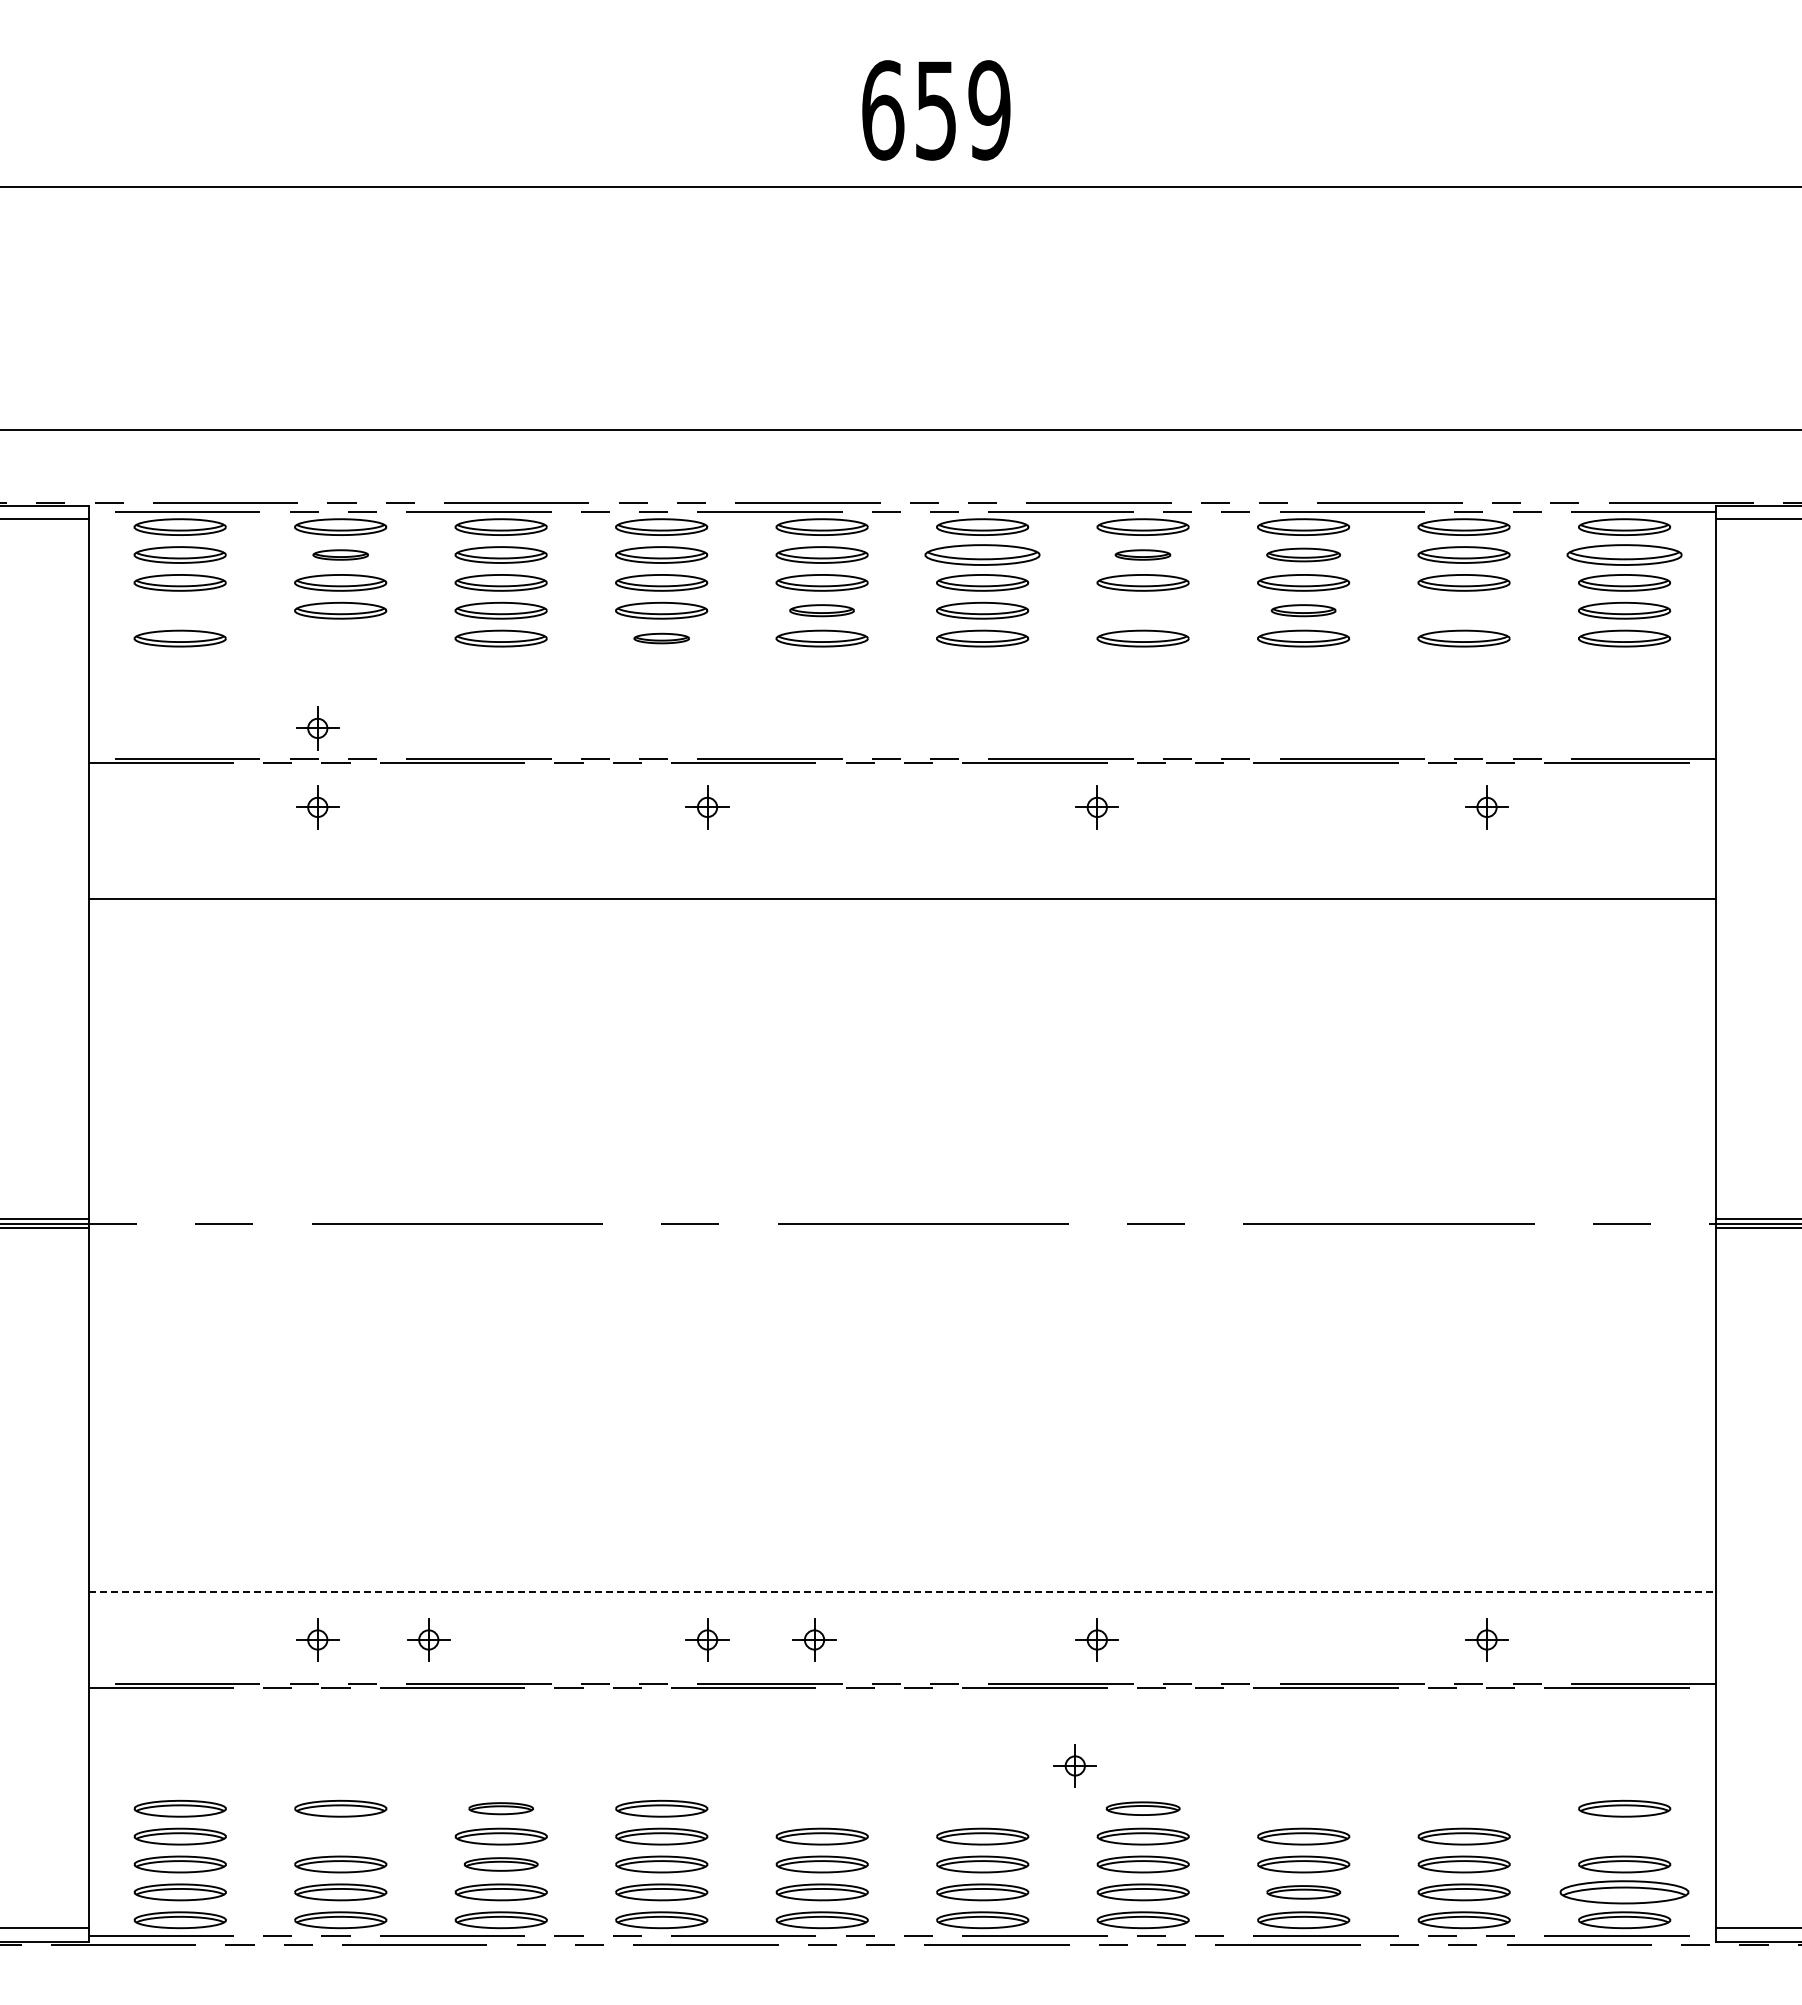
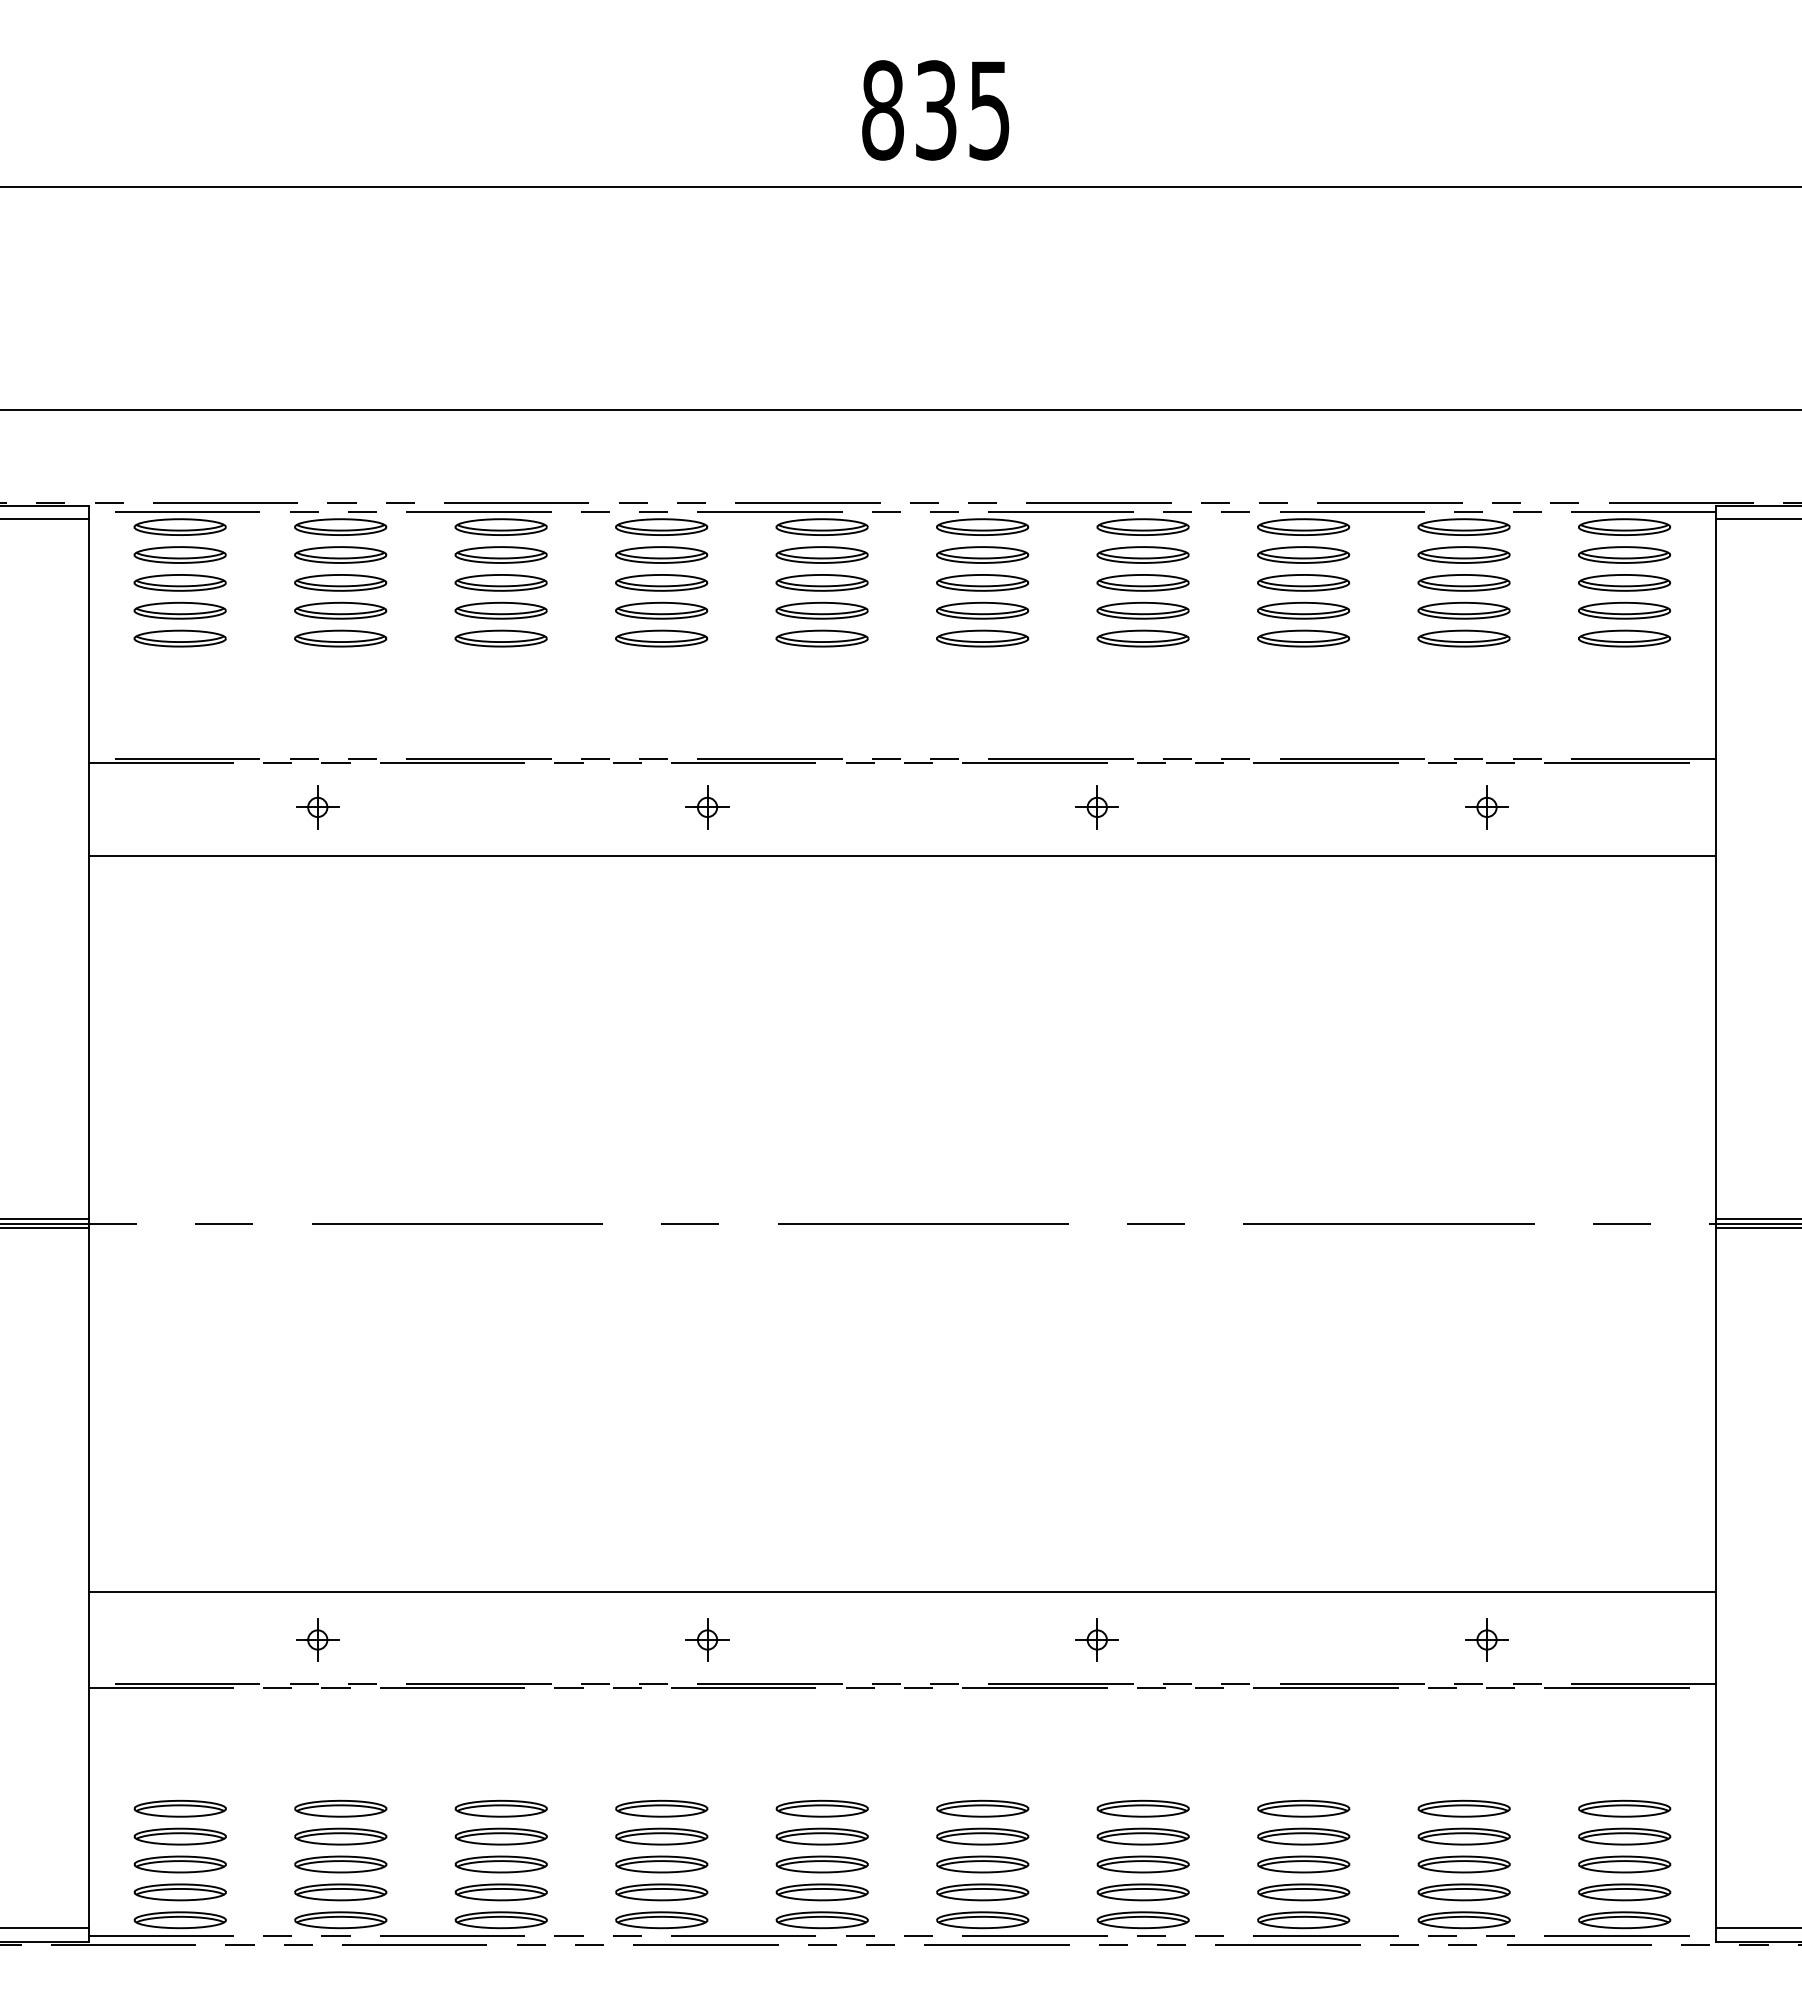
text at (936, 110): 659 -> 835
line at (900, 430) position: (900, 430) -> (900, 410)
part at (340, 554) size: 57x12 px -> 94x18 px
part at (982, 554) size: 117x22 px -> 94x18 px
part at (1142, 554) size: 58x12 px -> 94x18 px
part at (1303, 554) size: 75x16 px -> 94x18 px
part at (1624, 554) size: 117x22 px -> 93x18 px
part at (179, 610): none -> present
part at (821, 610) size: 66x14 px -> 94x19 px
part at (1142, 610): none -> present
part at (1303, 610) size: 67x14 px -> 94x19 px
part at (1463, 610): none -> present
part at (340, 638): none -> present
part at (661, 638) size: 57x13 px -> 94x19 px
part at (317, 728): present -> none
line at (902, 898) position: (902, 898) -> (902, 855)
line at (902, 1591): dashed -> solid
part at (428, 1639): present -> none
part at (814, 1639): present -> none
part at (1074, 1765): present -> none
part at (500, 1808) size: 66x14 px -> 94x19 px
part at (821, 1808): none -> present
part at (982, 1808): none -> present
part at (1142, 1808) size: 76x15 px -> 94x19 px
part at (1303, 1808): none -> present
part at (1463, 1808): none -> present
part at (340, 1836): none -> present
part at (1624, 1836): none -> present
part at (501, 1864) size: 75x15 px -> 94x19 px
part at (1303, 1892) size: 76x15 px -> 94x19 px
part at (1624, 1892) size: 131x25 px -> 94x19 px
